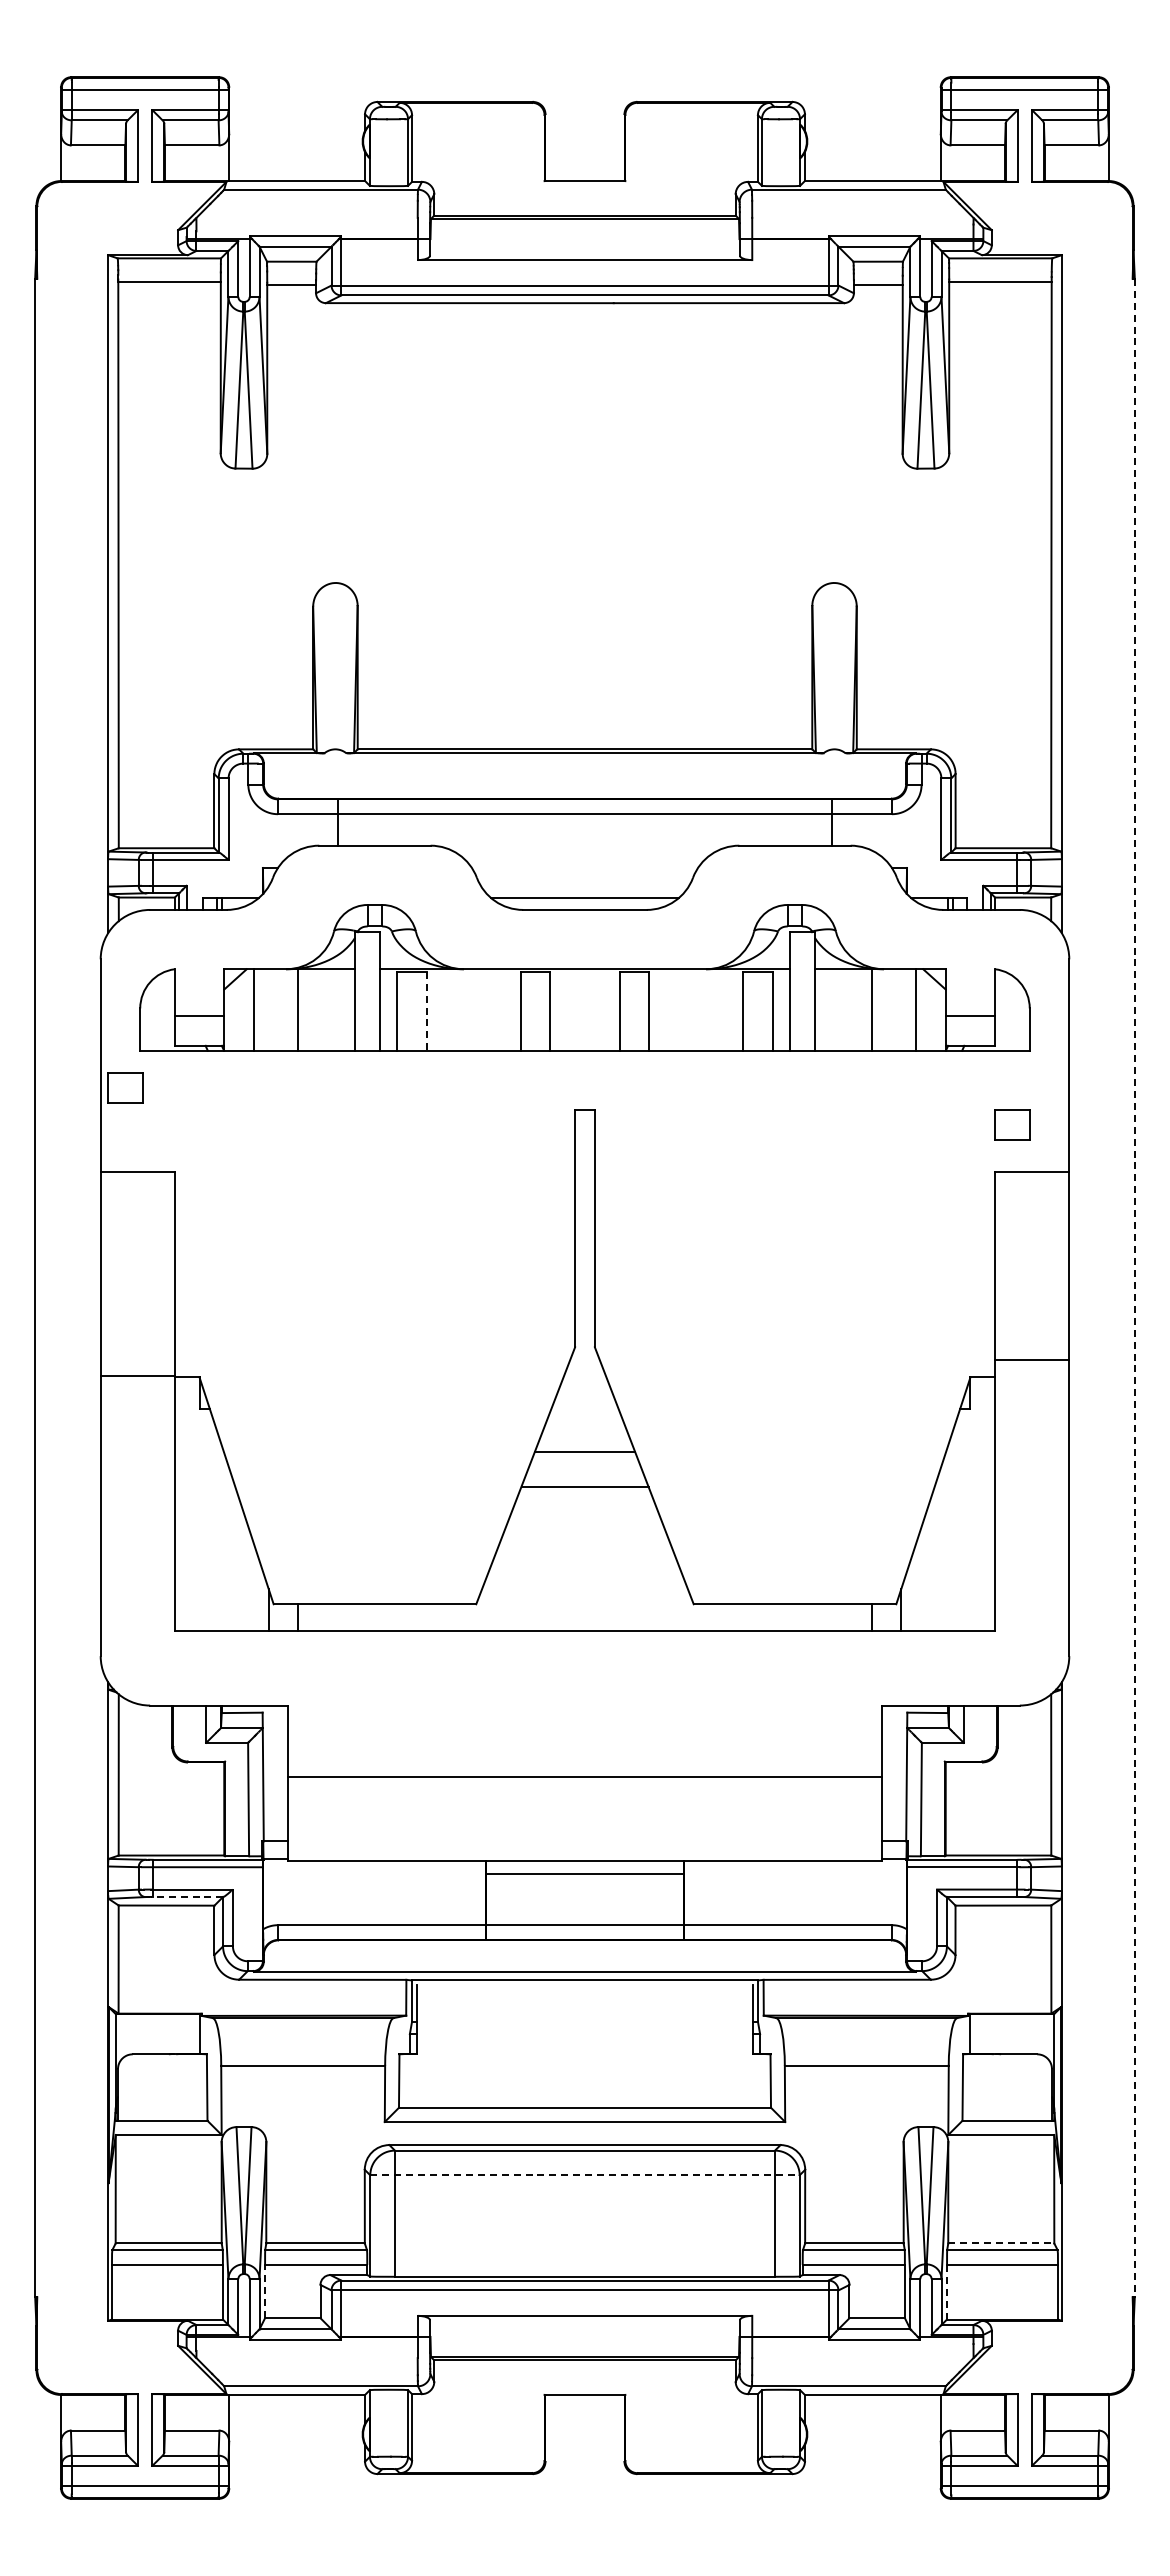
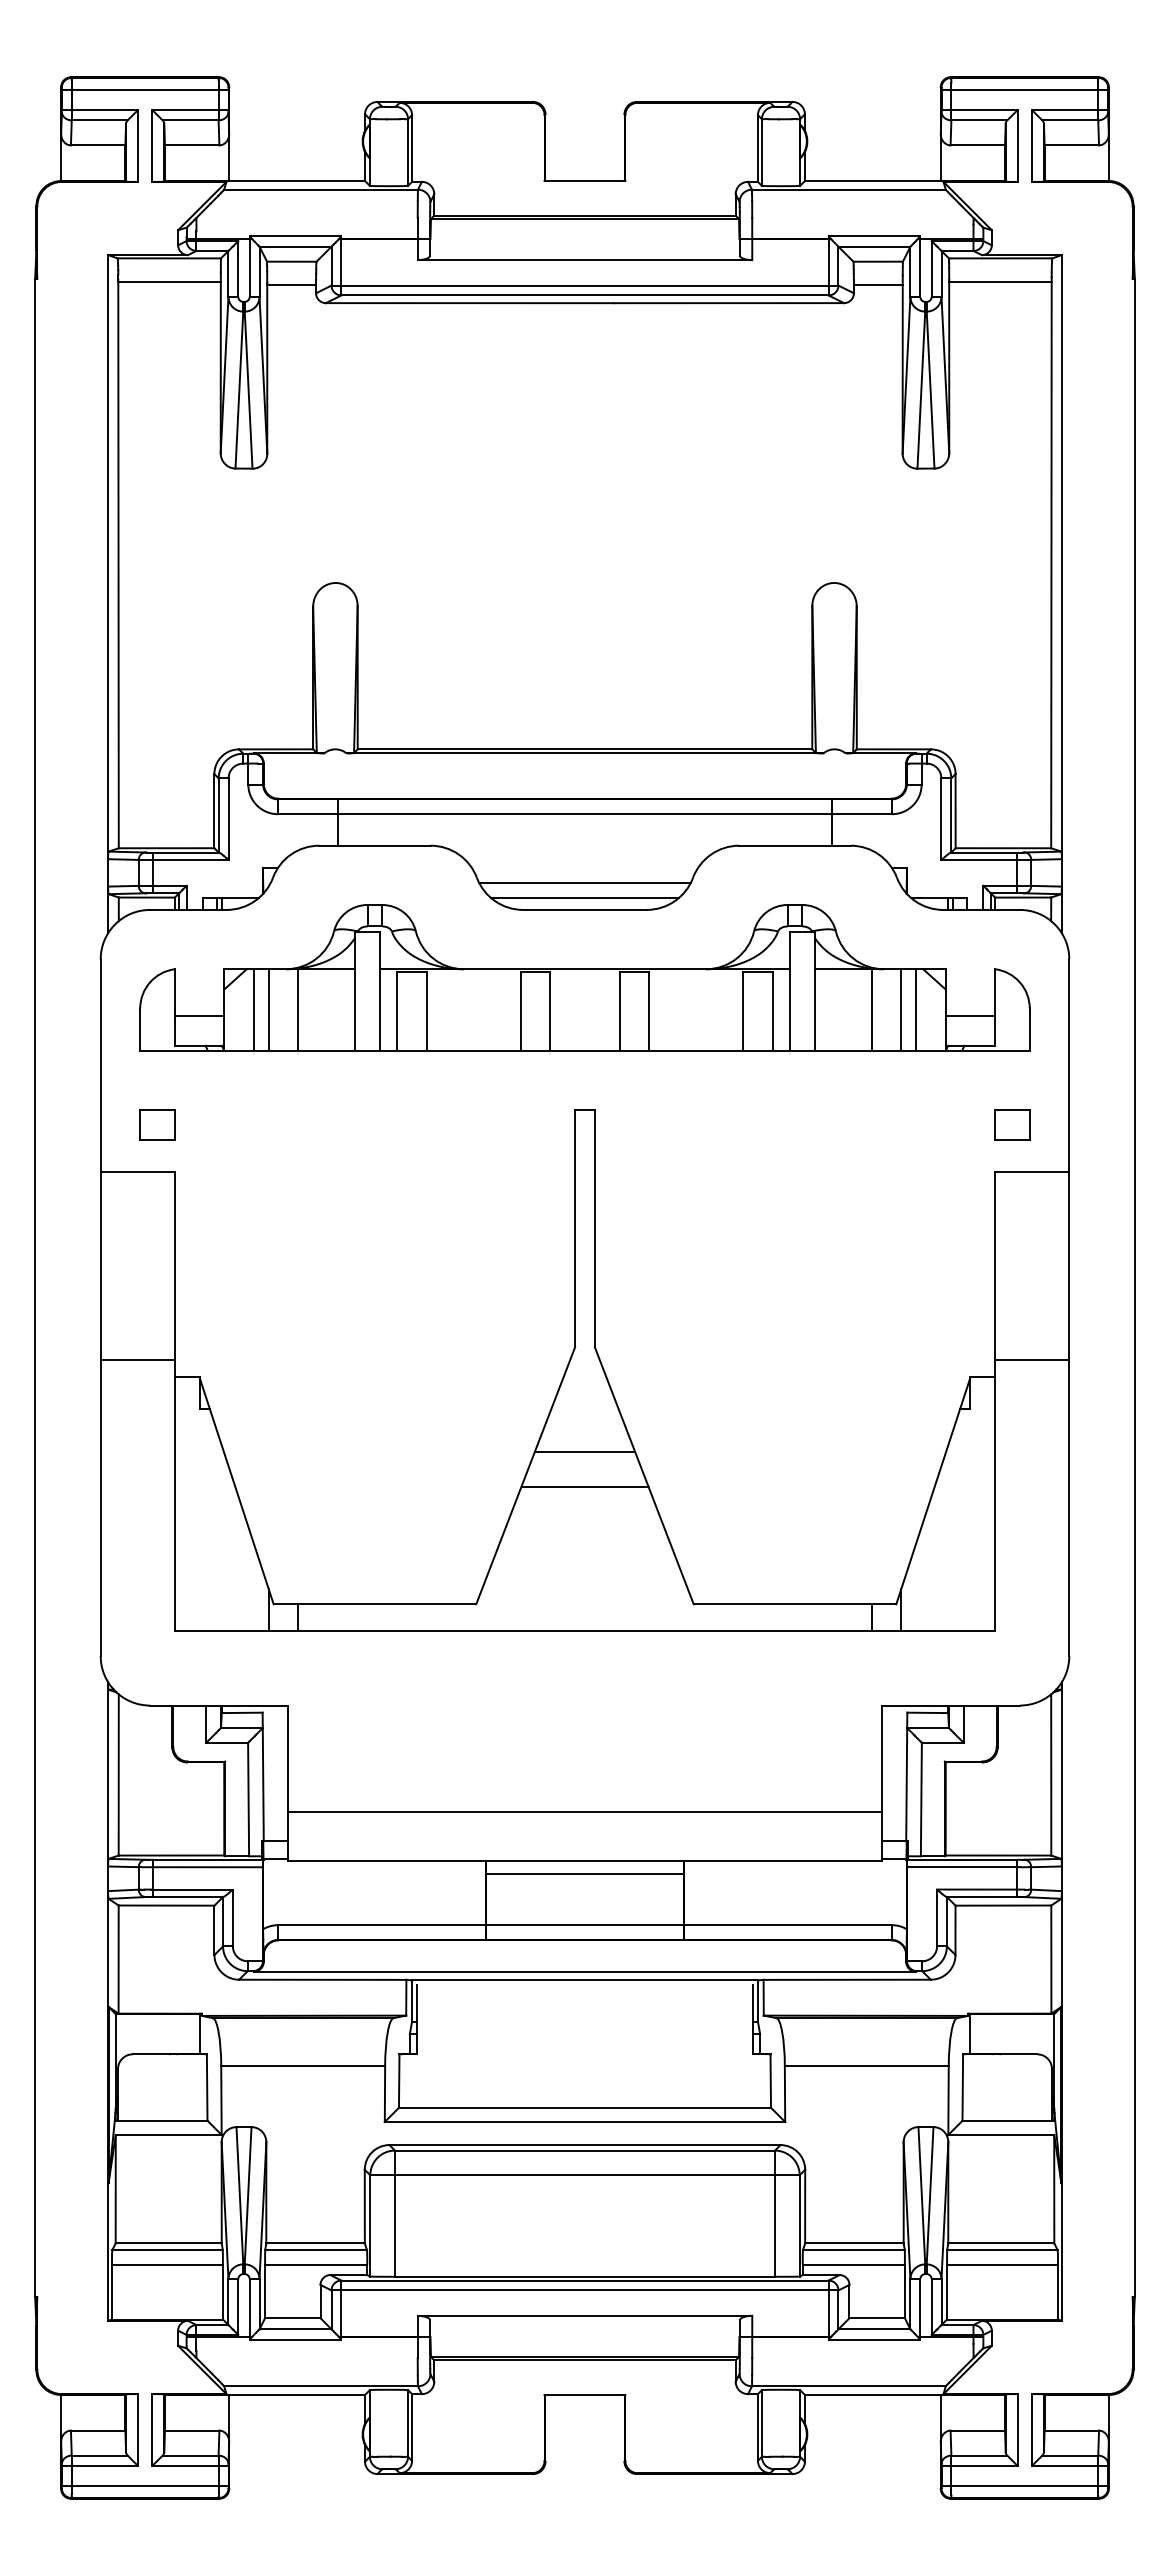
line at (584, 882): none -> present
line at (268, 1009): none -> present
line at (901, 1009): none -> present
line at (426, 1011): dashed -> solid
part at (125, 1087) position: (125, 1087) -> (157, 1124)
line at (1134, 1288): dashed -> solid
line at (137, 1375) position: (137, 1375) -> (137, 1359)
line at (584, 1776) position: (584, 1776) -> (584, 1811)
line at (186, 1896): dashed -> solid
line at (584, 2175): dashed -> solid
line at (1001, 2243): dashed -> solid
line at (265, 2291): dashed -> solid
line at (947, 2291): dashed -> solid
